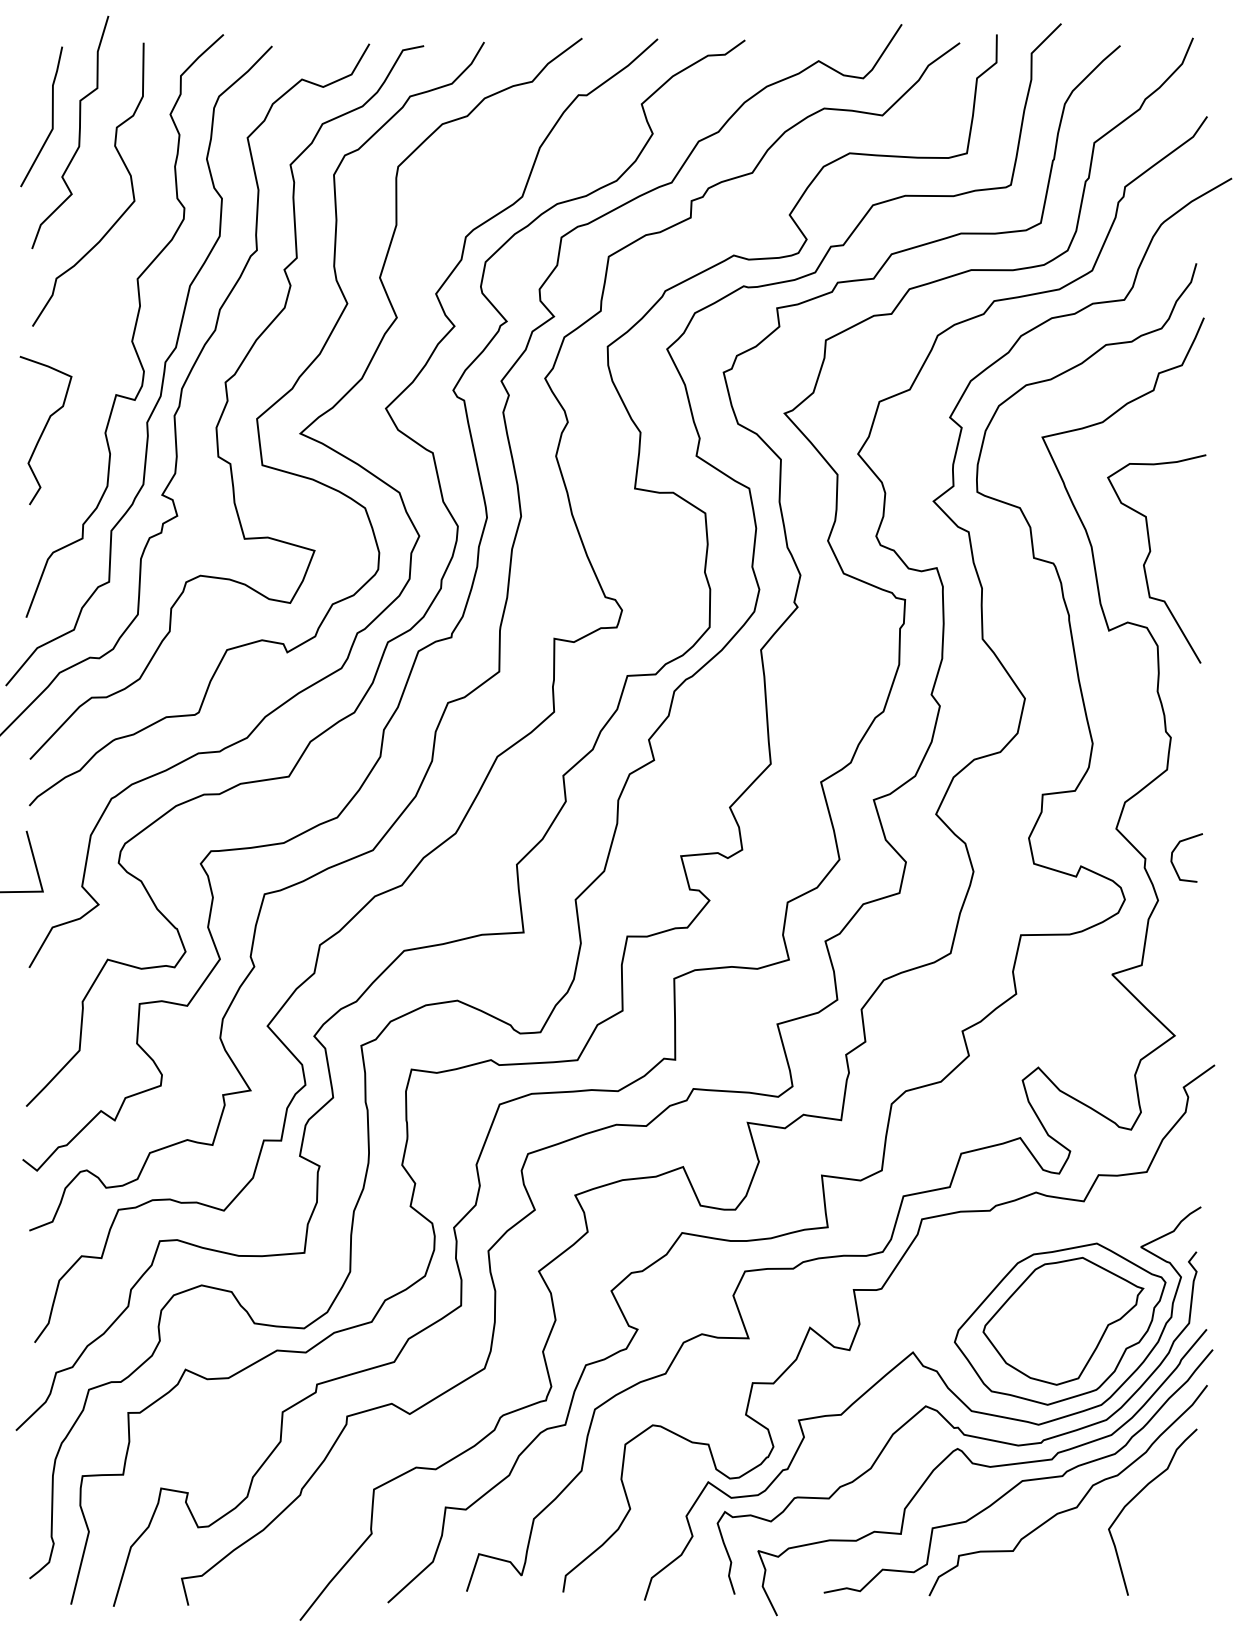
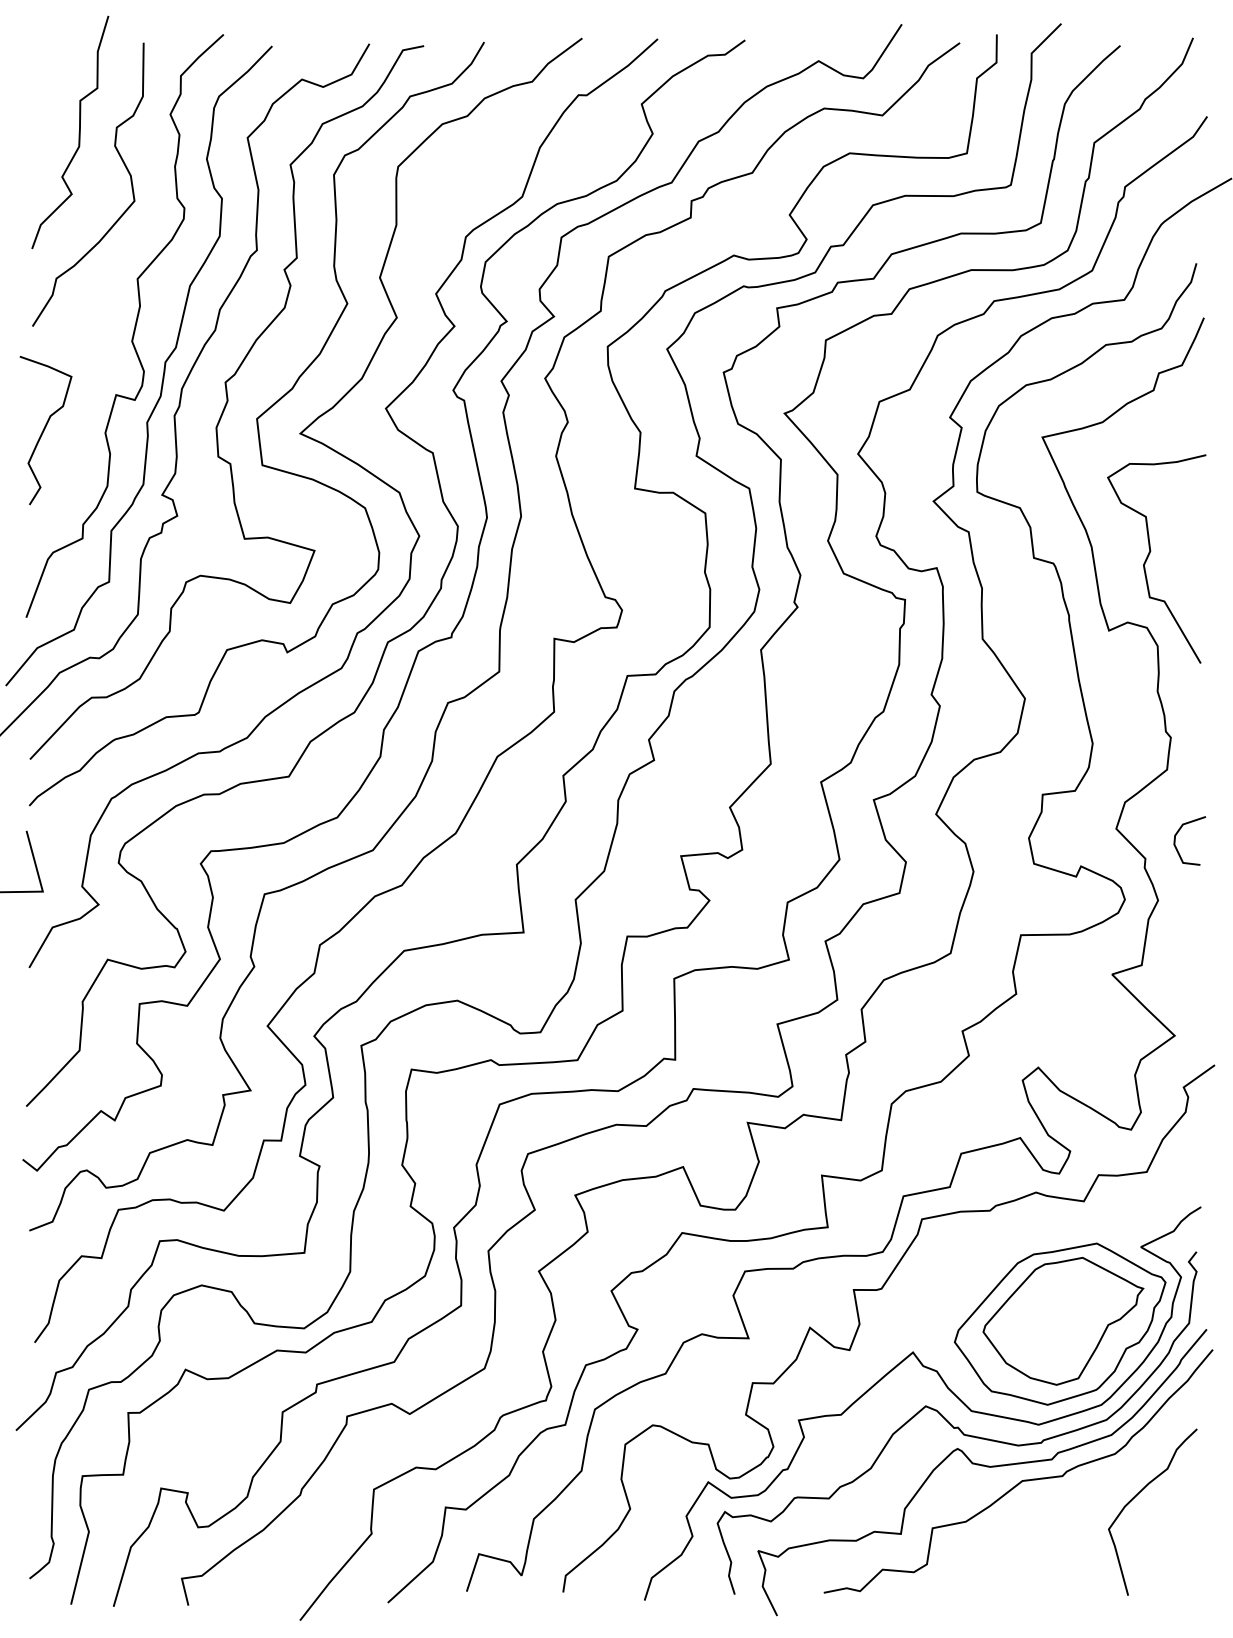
curve at (51, 116): present -> none
curve at (1174, 851) position: (1174, 851) -> (1177, 834)
curve at (1080, 1500): present -> none
